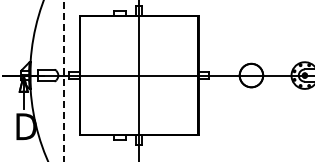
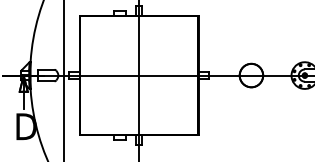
line at (64, 81): dashed -> solid
